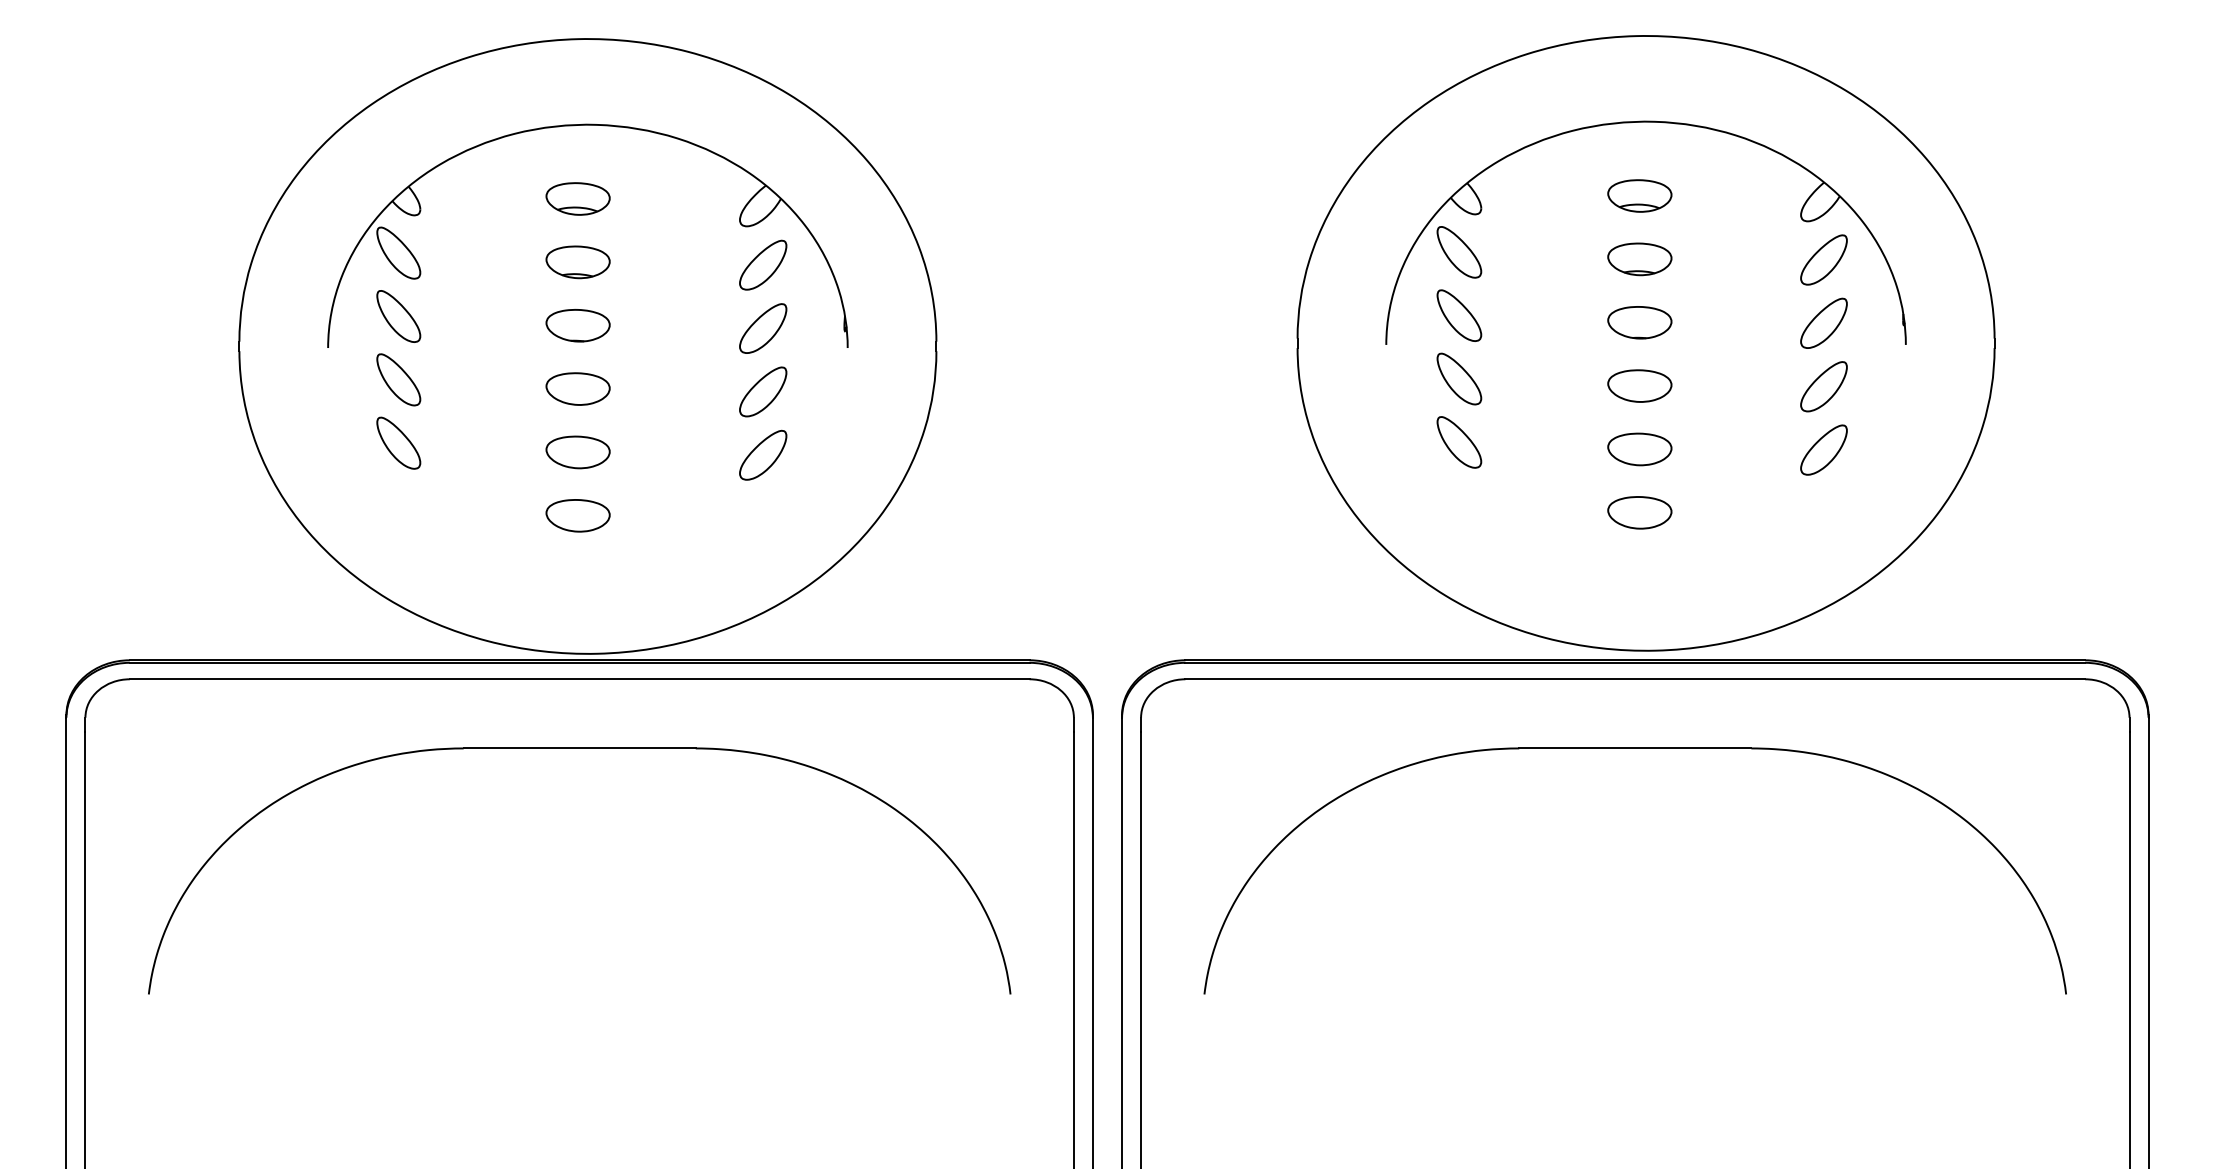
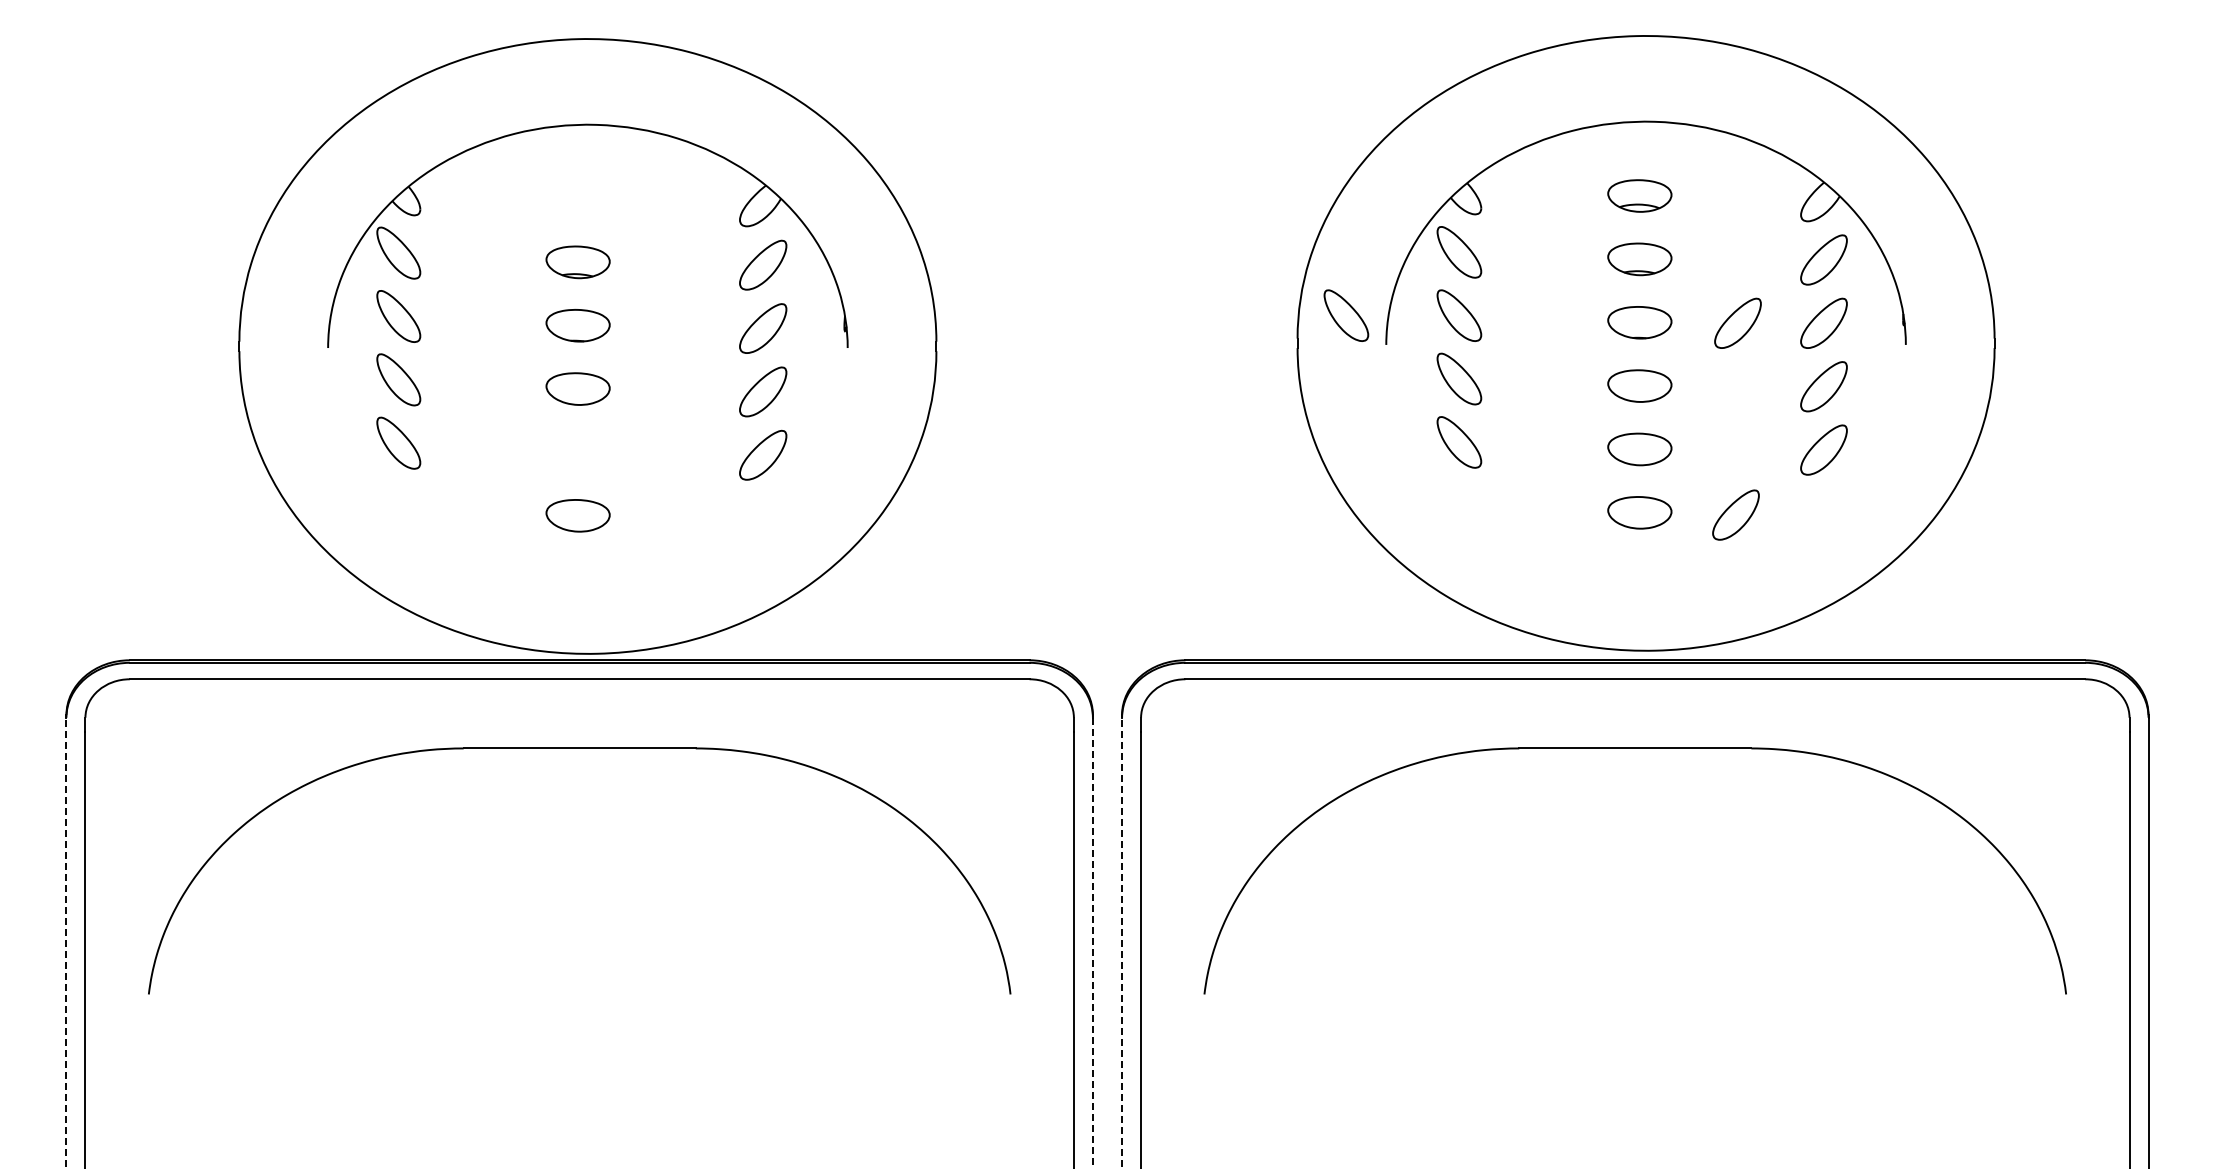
part at (577, 198): present -> none
part at (1346, 315): none -> present
part at (1737, 322): none -> present
part at (577, 452): present -> none
part at (1735, 514): none -> present
line at (66, 942): solid -> dashed
line at (1122, 942): solid -> dashed
line at (1092, 943): solid -> dashed
